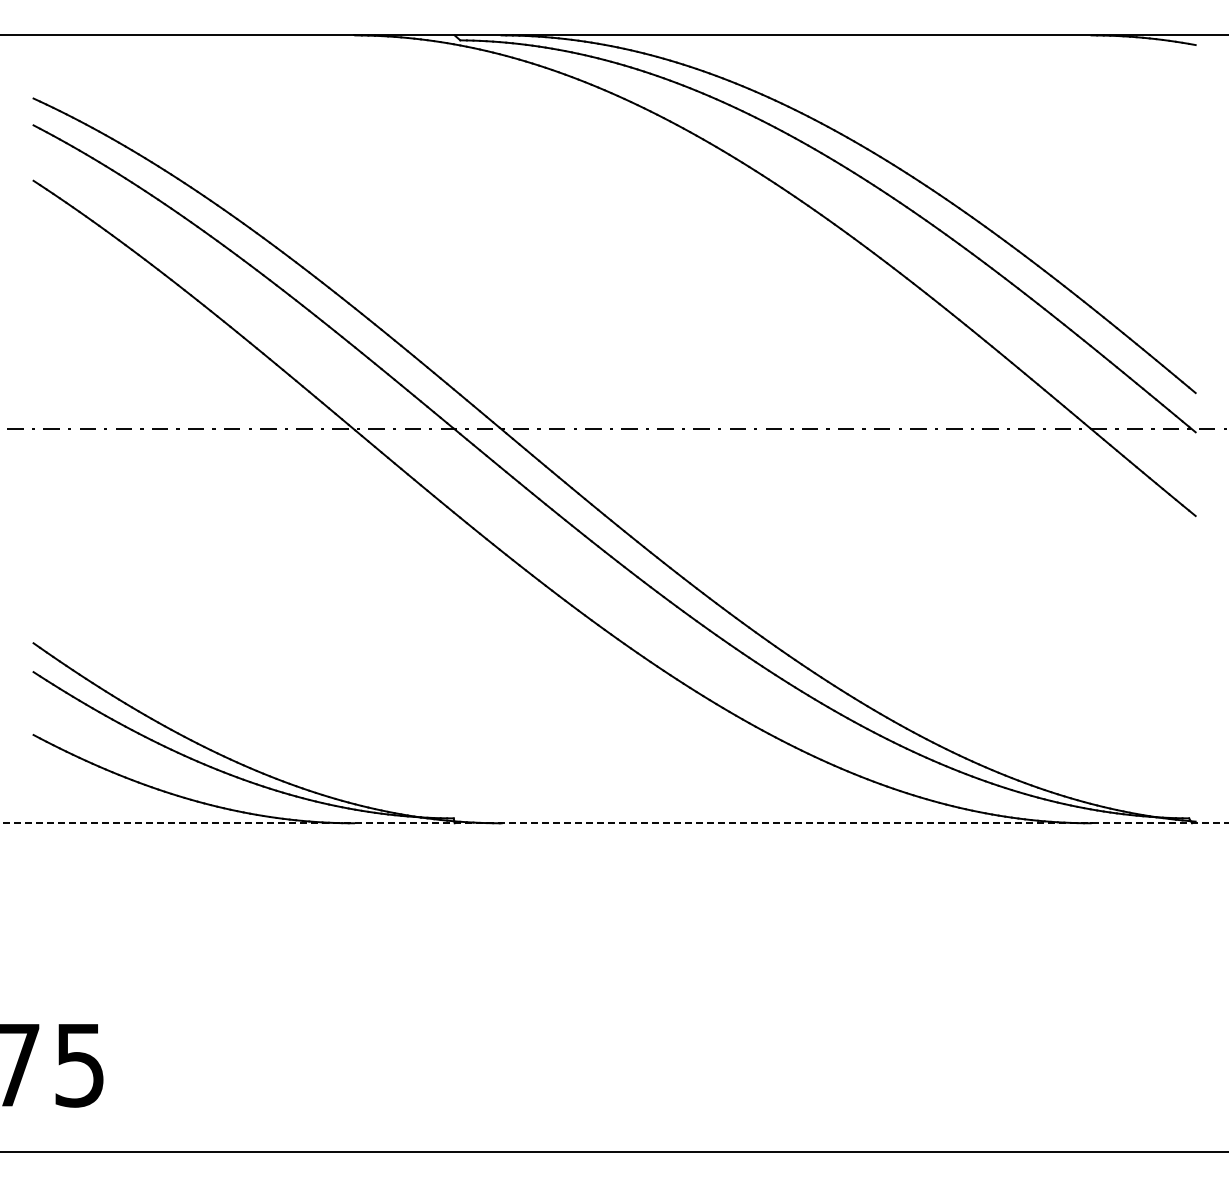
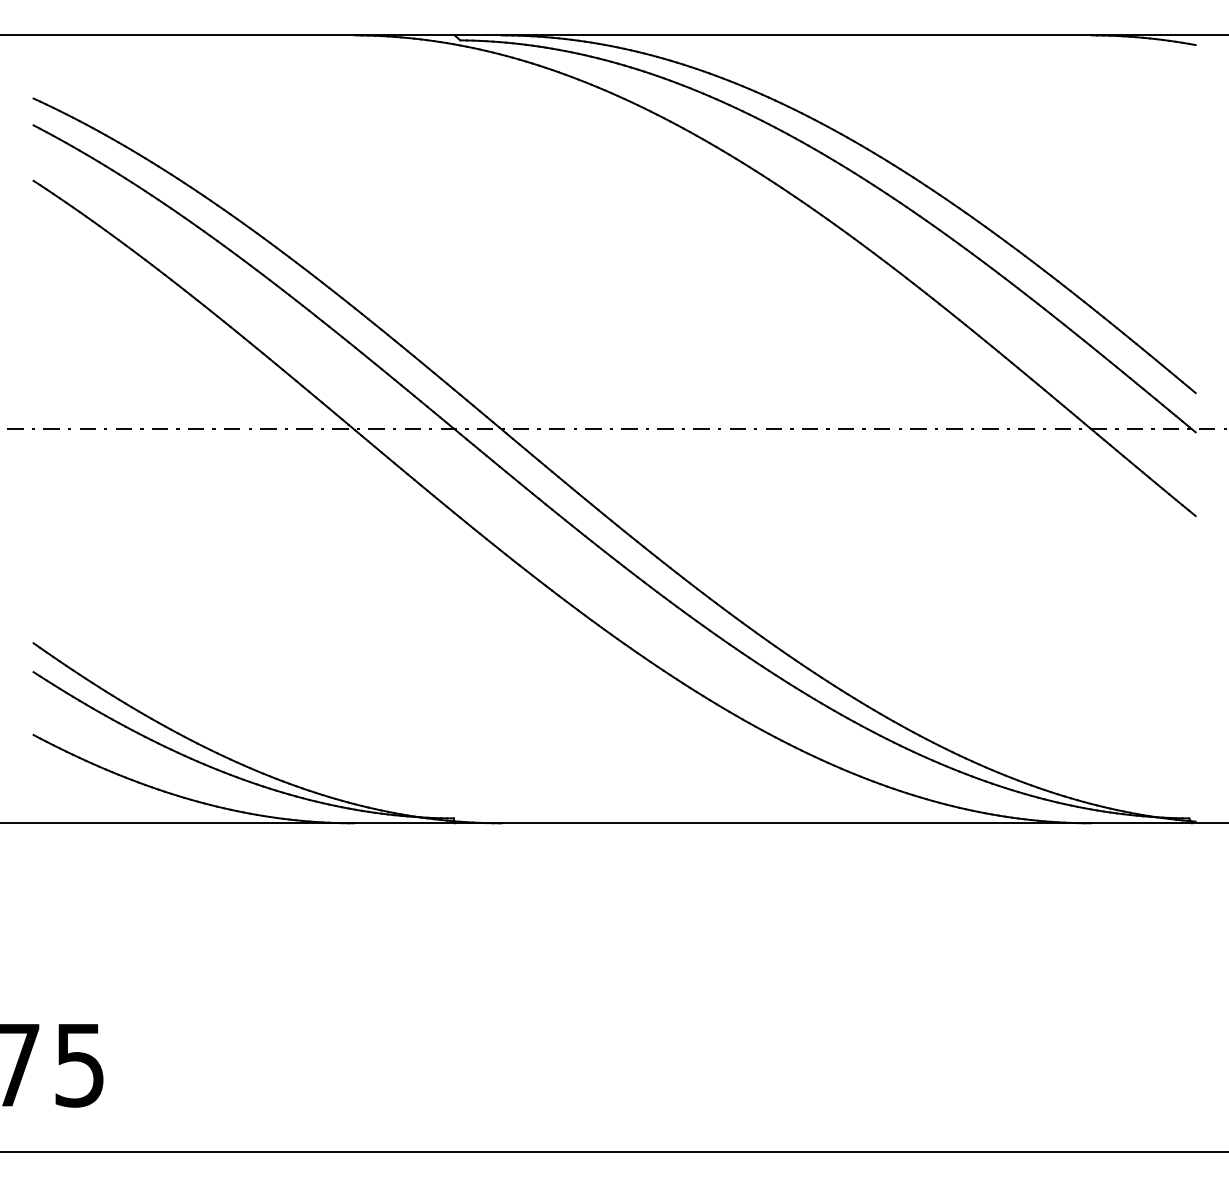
line at (614, 823): dashed -> solid
